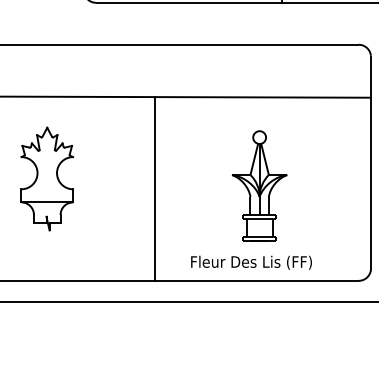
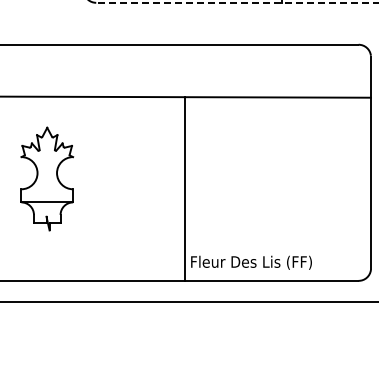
line at (237, 2): solid -> dashed
part at (259, 185): present -> none
line at (155, 188) position: (155, 188) -> (185, 188)
